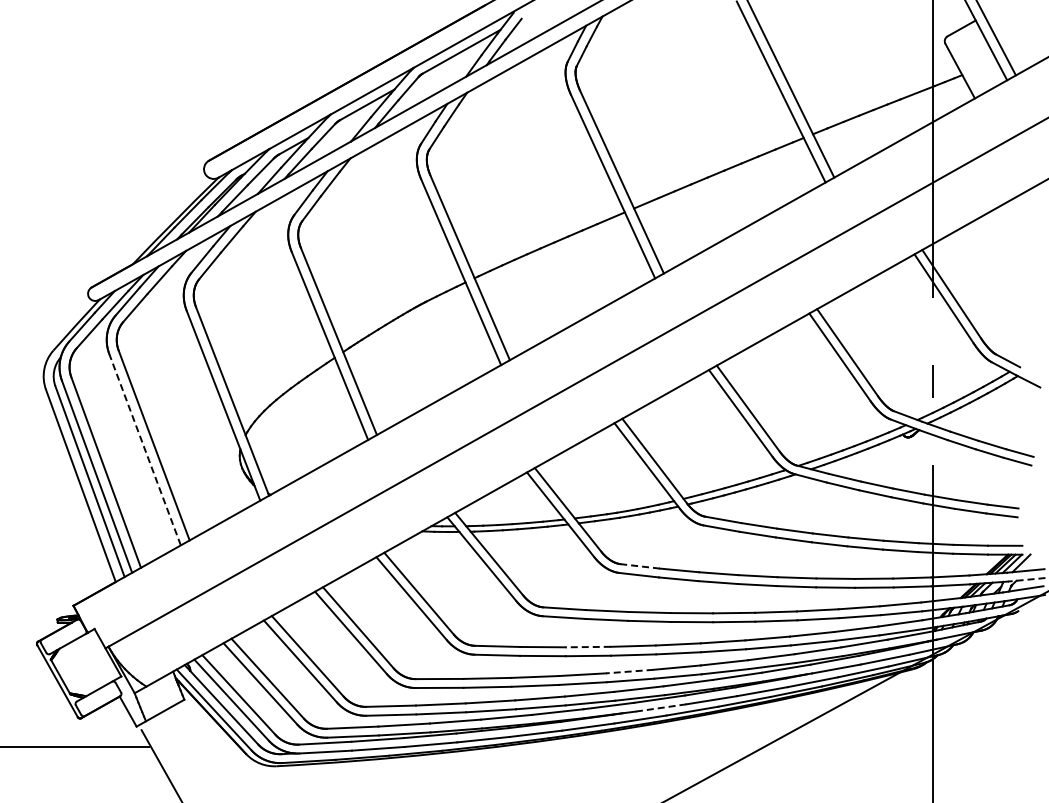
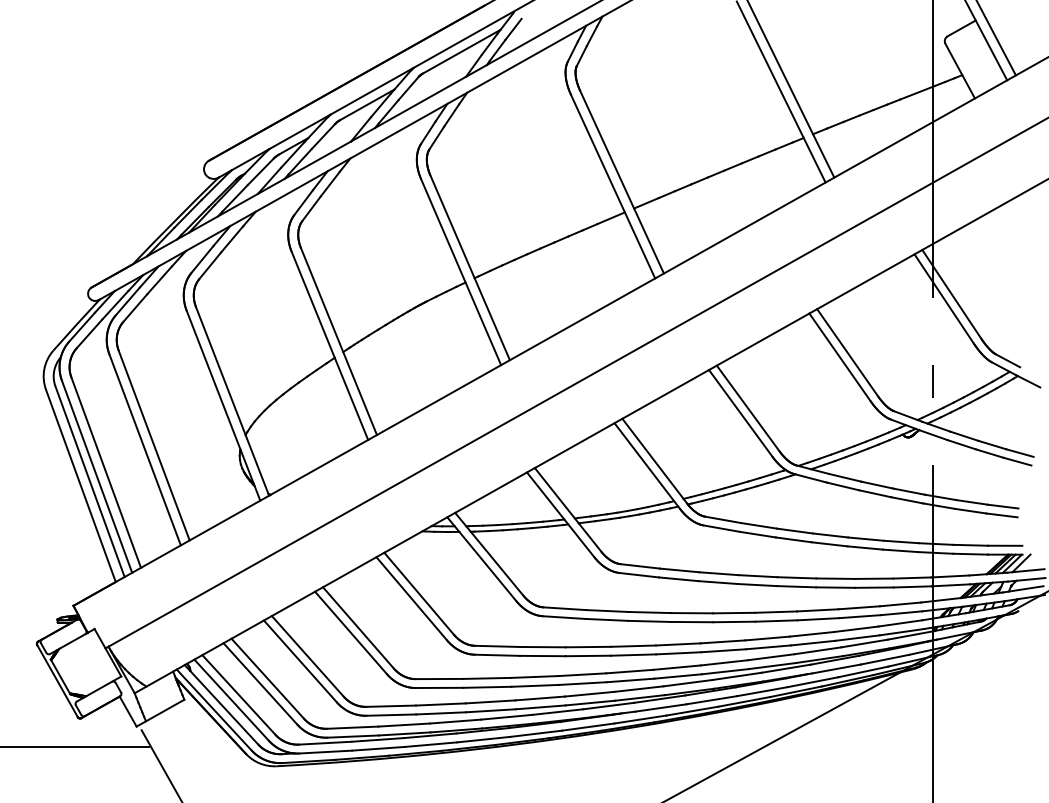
line at (144, 449): dashed -> solid
line at (640, 566): dashed -> solid
line at (1026, 579): dashed -> solid
line at (588, 647): dashed -> solid
line at (629, 671): dashed -> solid
line at (660, 707): dashed -> solid
